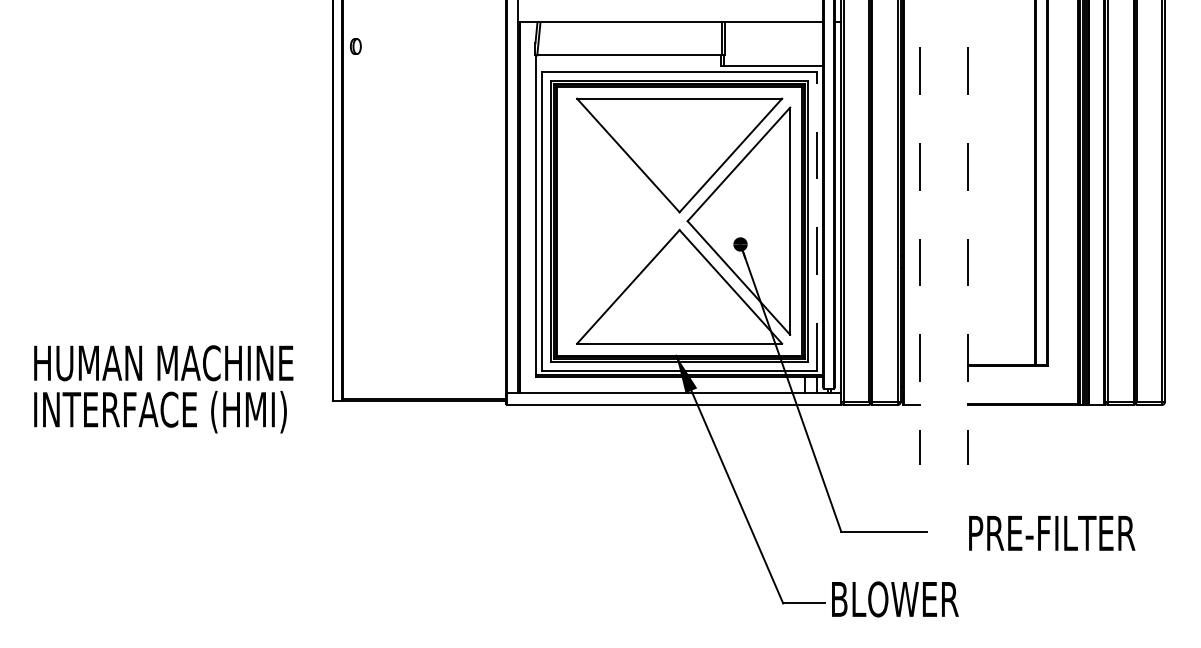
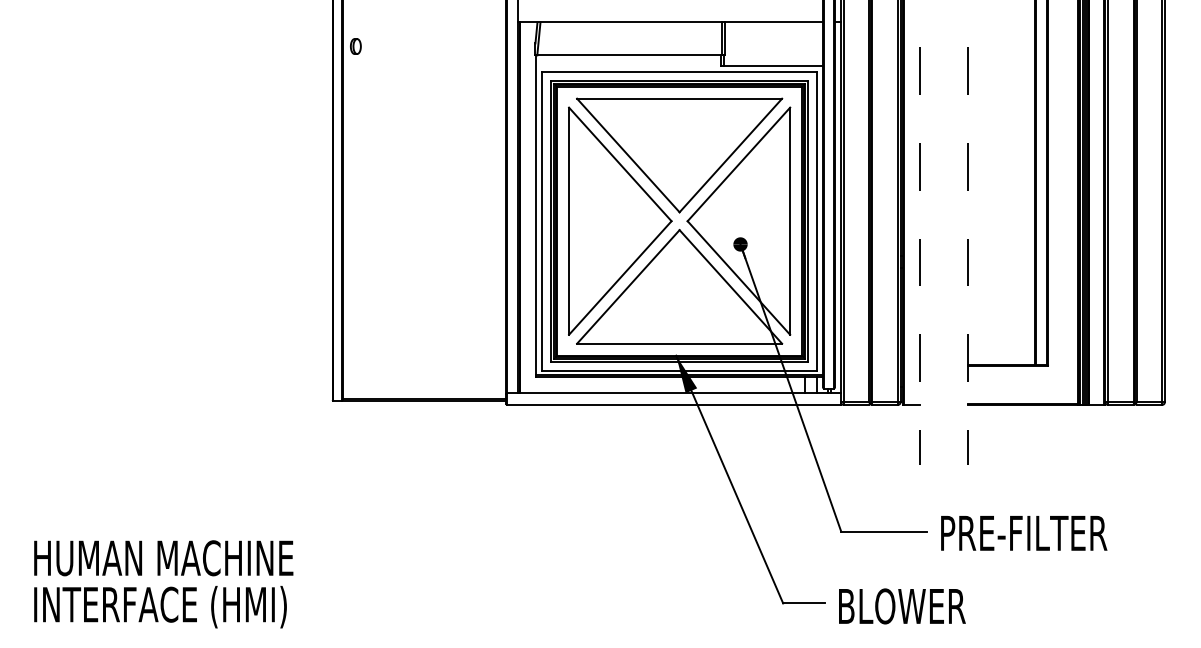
part at (620, 220): none -> present
line at (817, 220): dashed -> solid
text at (163, 389) position: (163, 389) -> (163, 584)
text at (1052, 533) position: (1052, 533) -> (1024, 533)
text at (895, 599) position: (895, 599) -> (902, 606)
